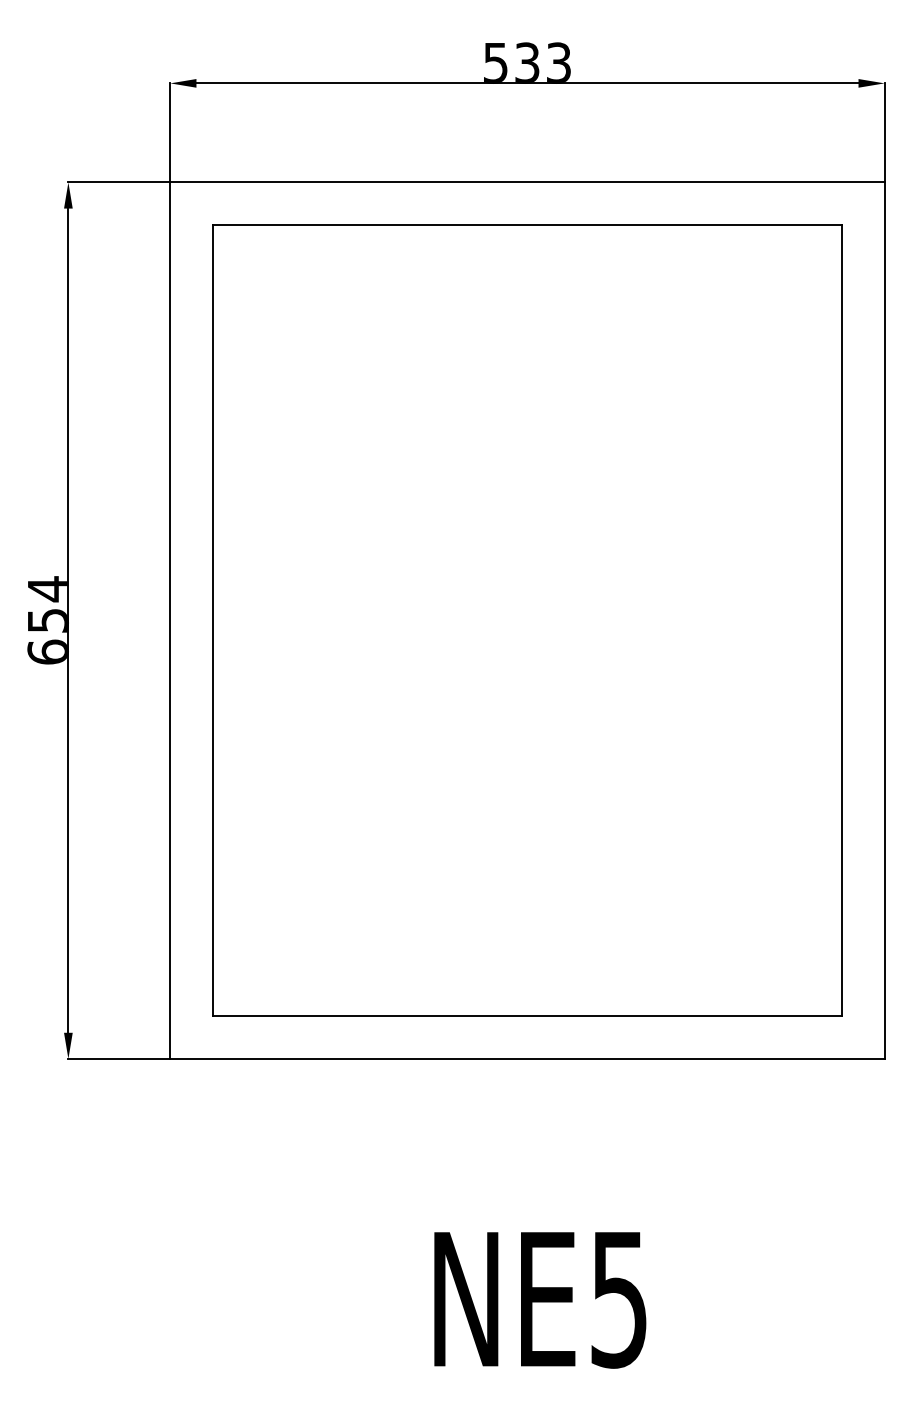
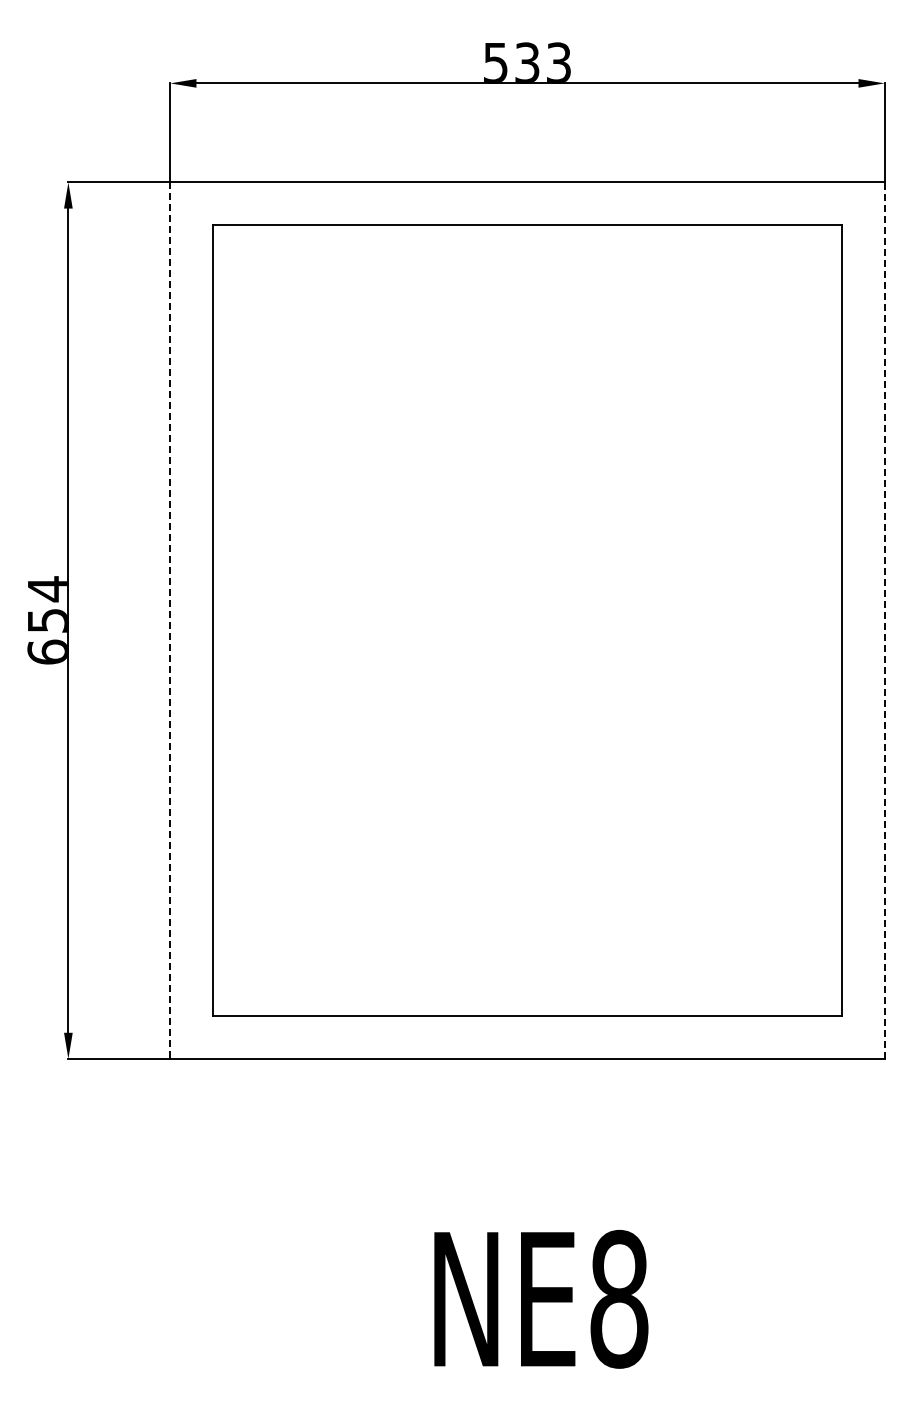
line at (884, 620): solid -> dashed
line at (170, 621): solid -> dashed
text at (619, 1298): NE5 -> NE8
